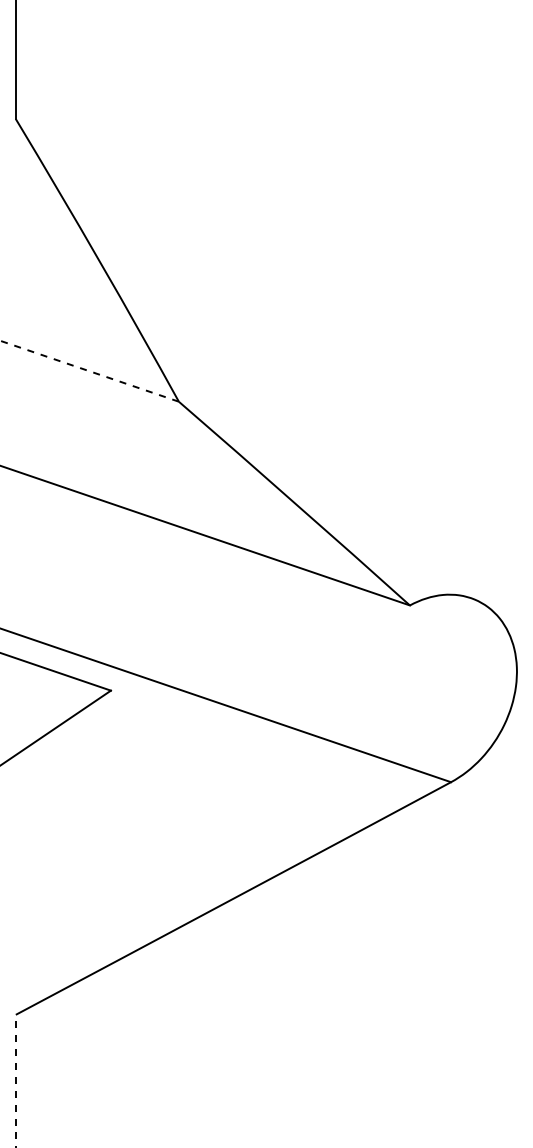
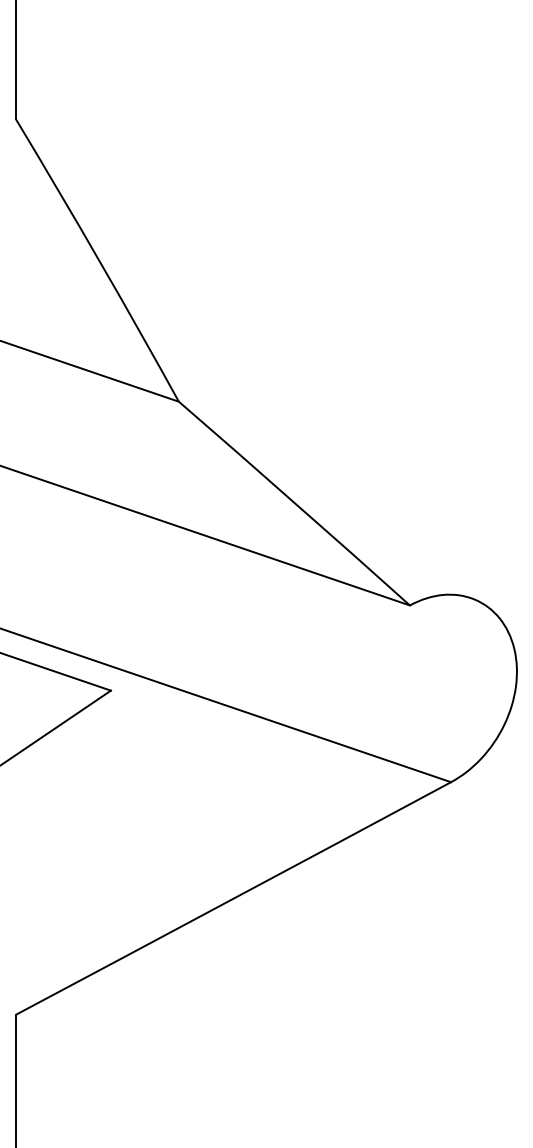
line at (88, 371): dashed -> solid
line at (15, 1080): dashed -> solid
